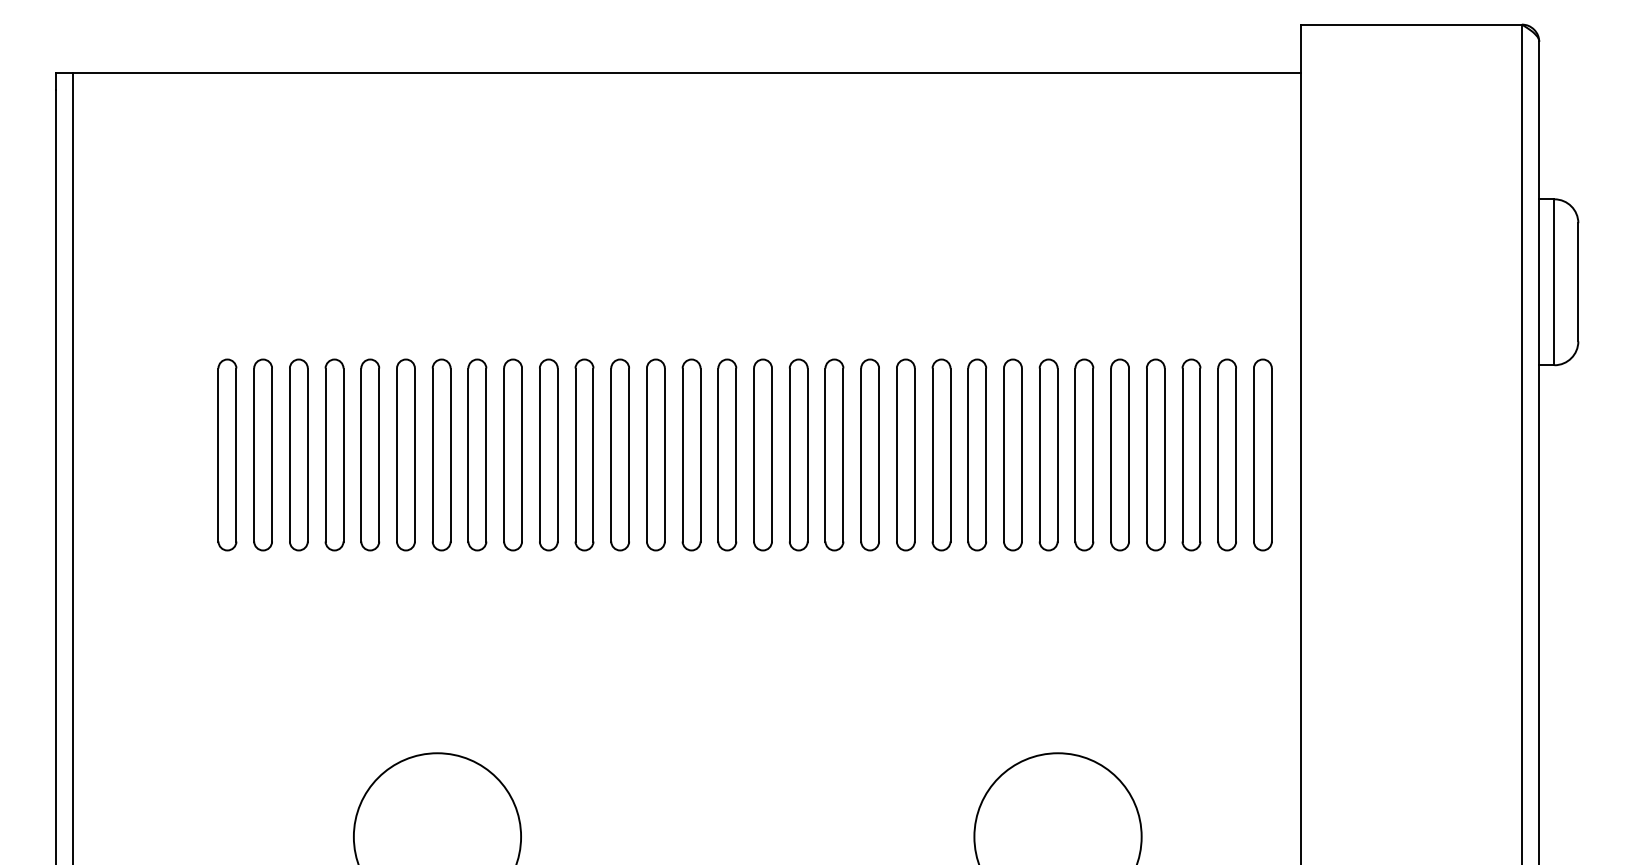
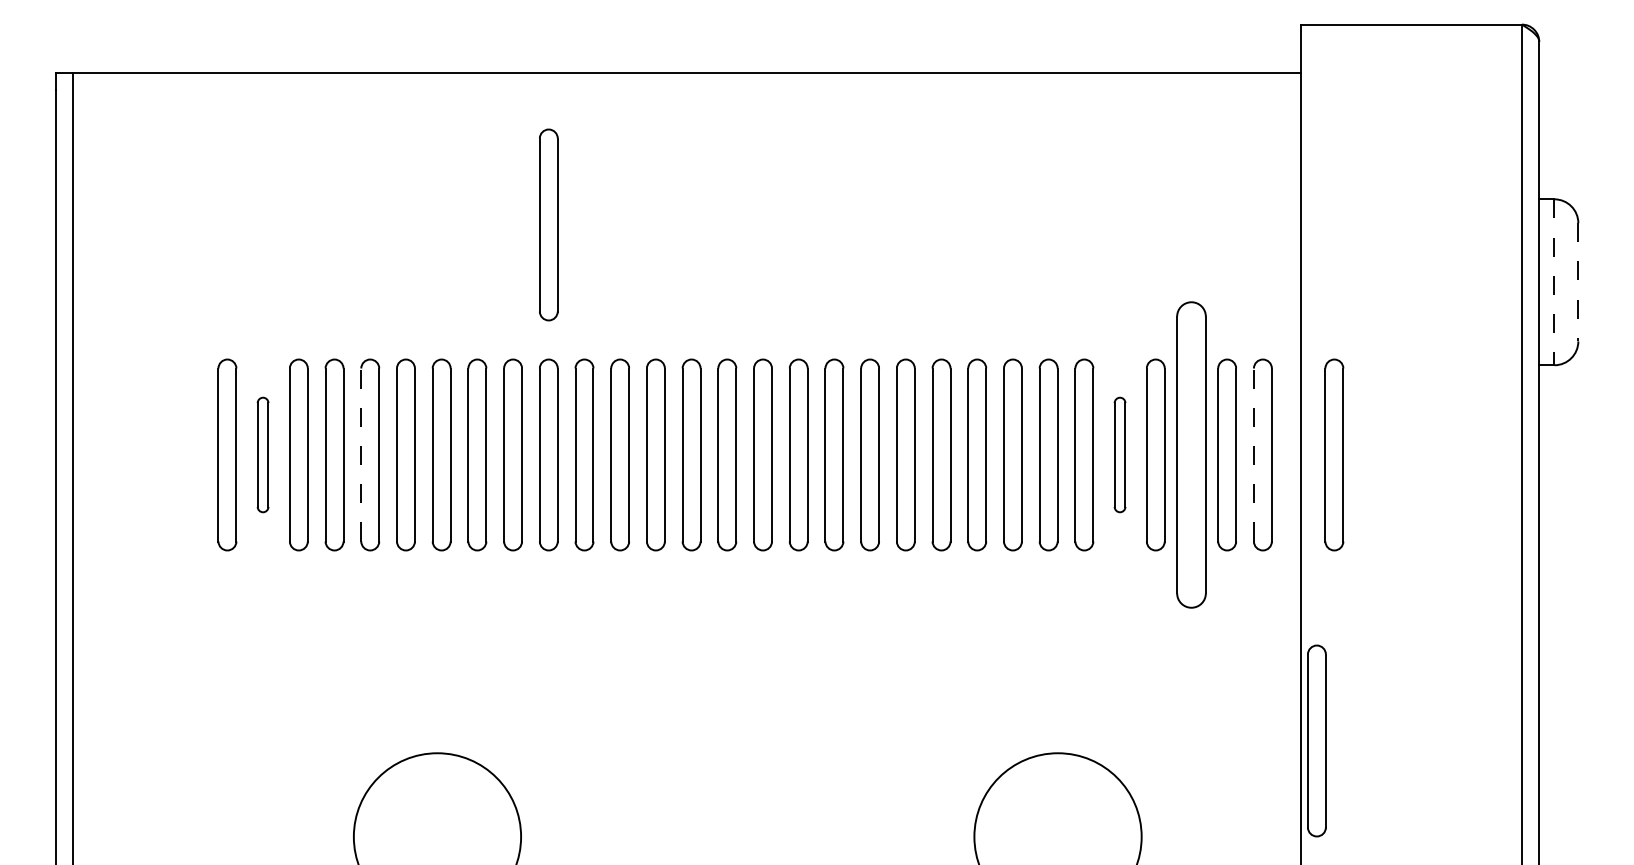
part at (548, 224): none -> present
line at (1554, 282): solid -> dashed
line at (1578, 282): solid -> dashed
part at (262, 454) size: 20x194 px -> 14x118 px
line at (361, 454): solid -> dashed
part at (1119, 454) size: 20x194 px -> 14x118 px
part at (1191, 454) size: 21x194 px -> 31x308 px
line at (1253, 454): solid -> dashed
part at (1334, 454): none -> present
part at (1316, 740): none -> present
